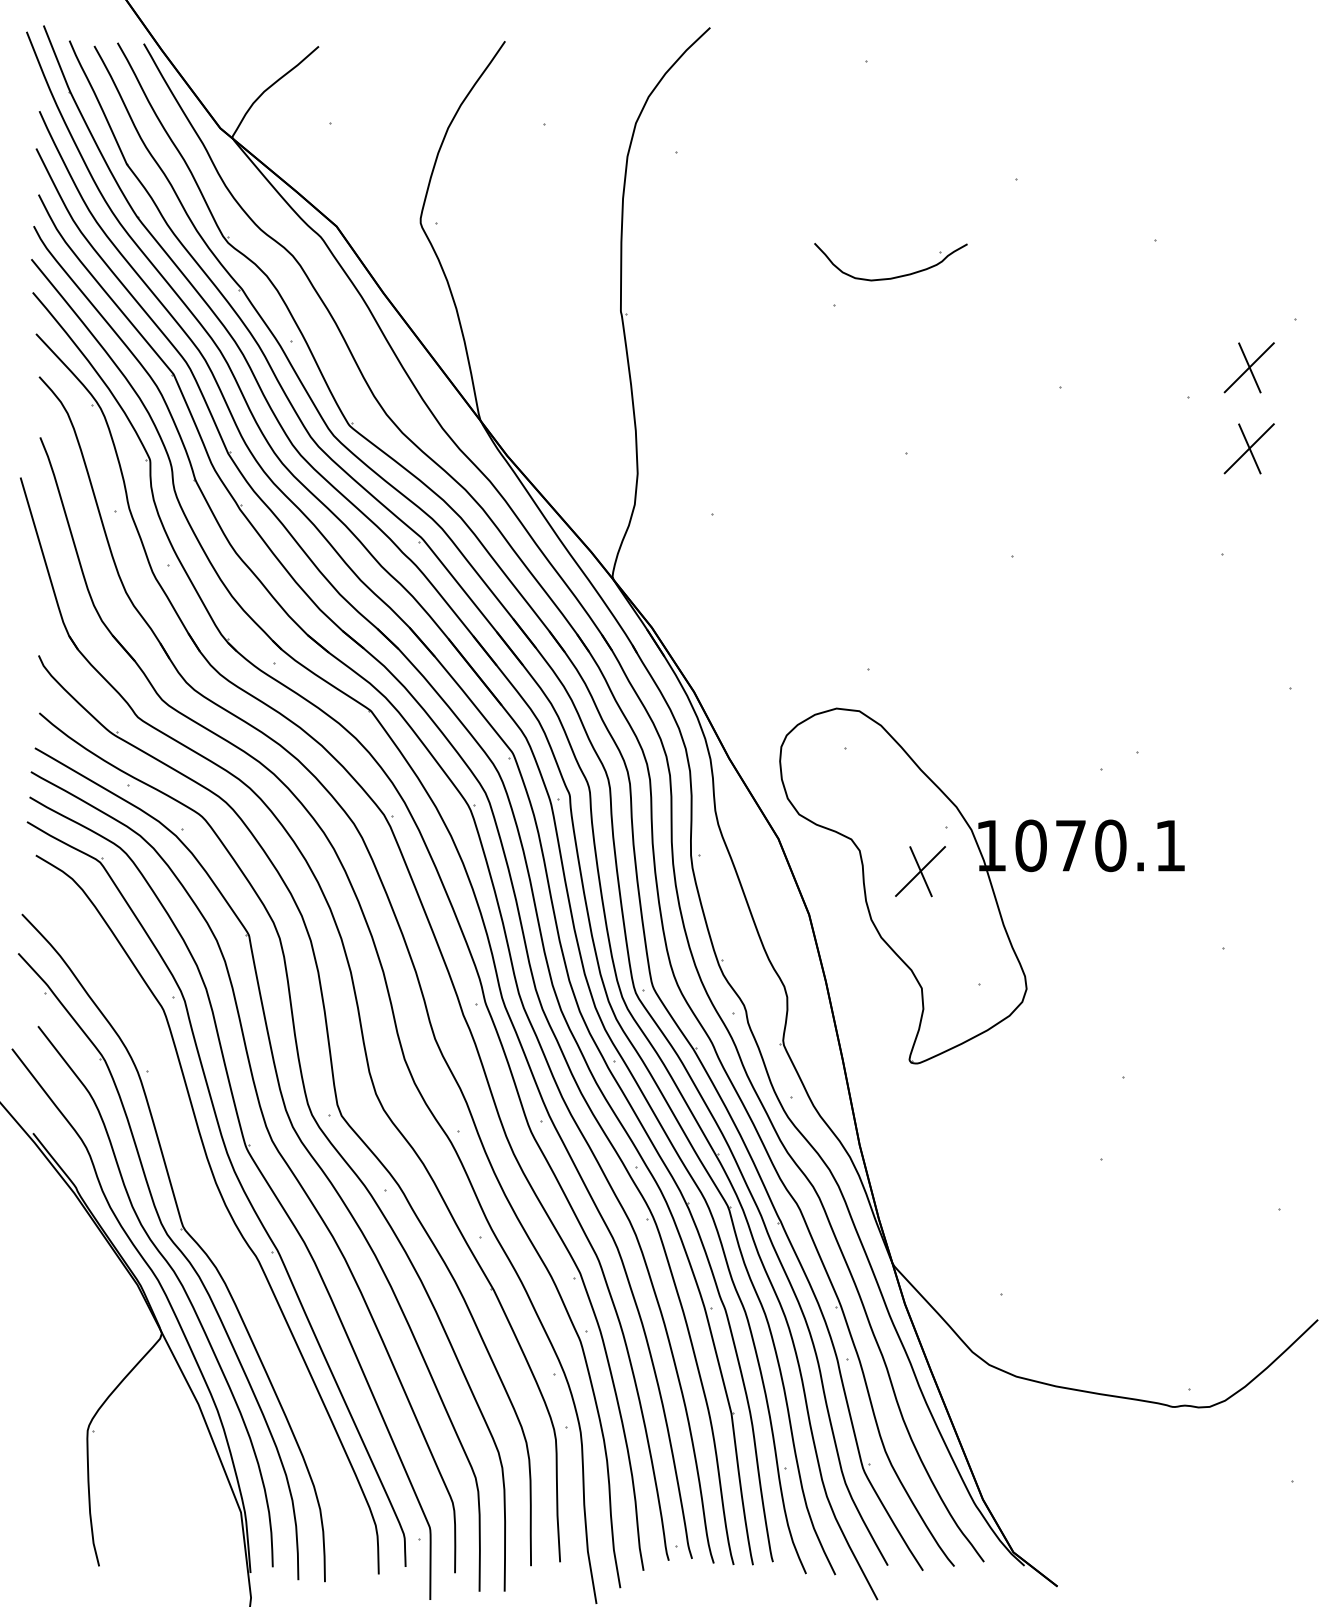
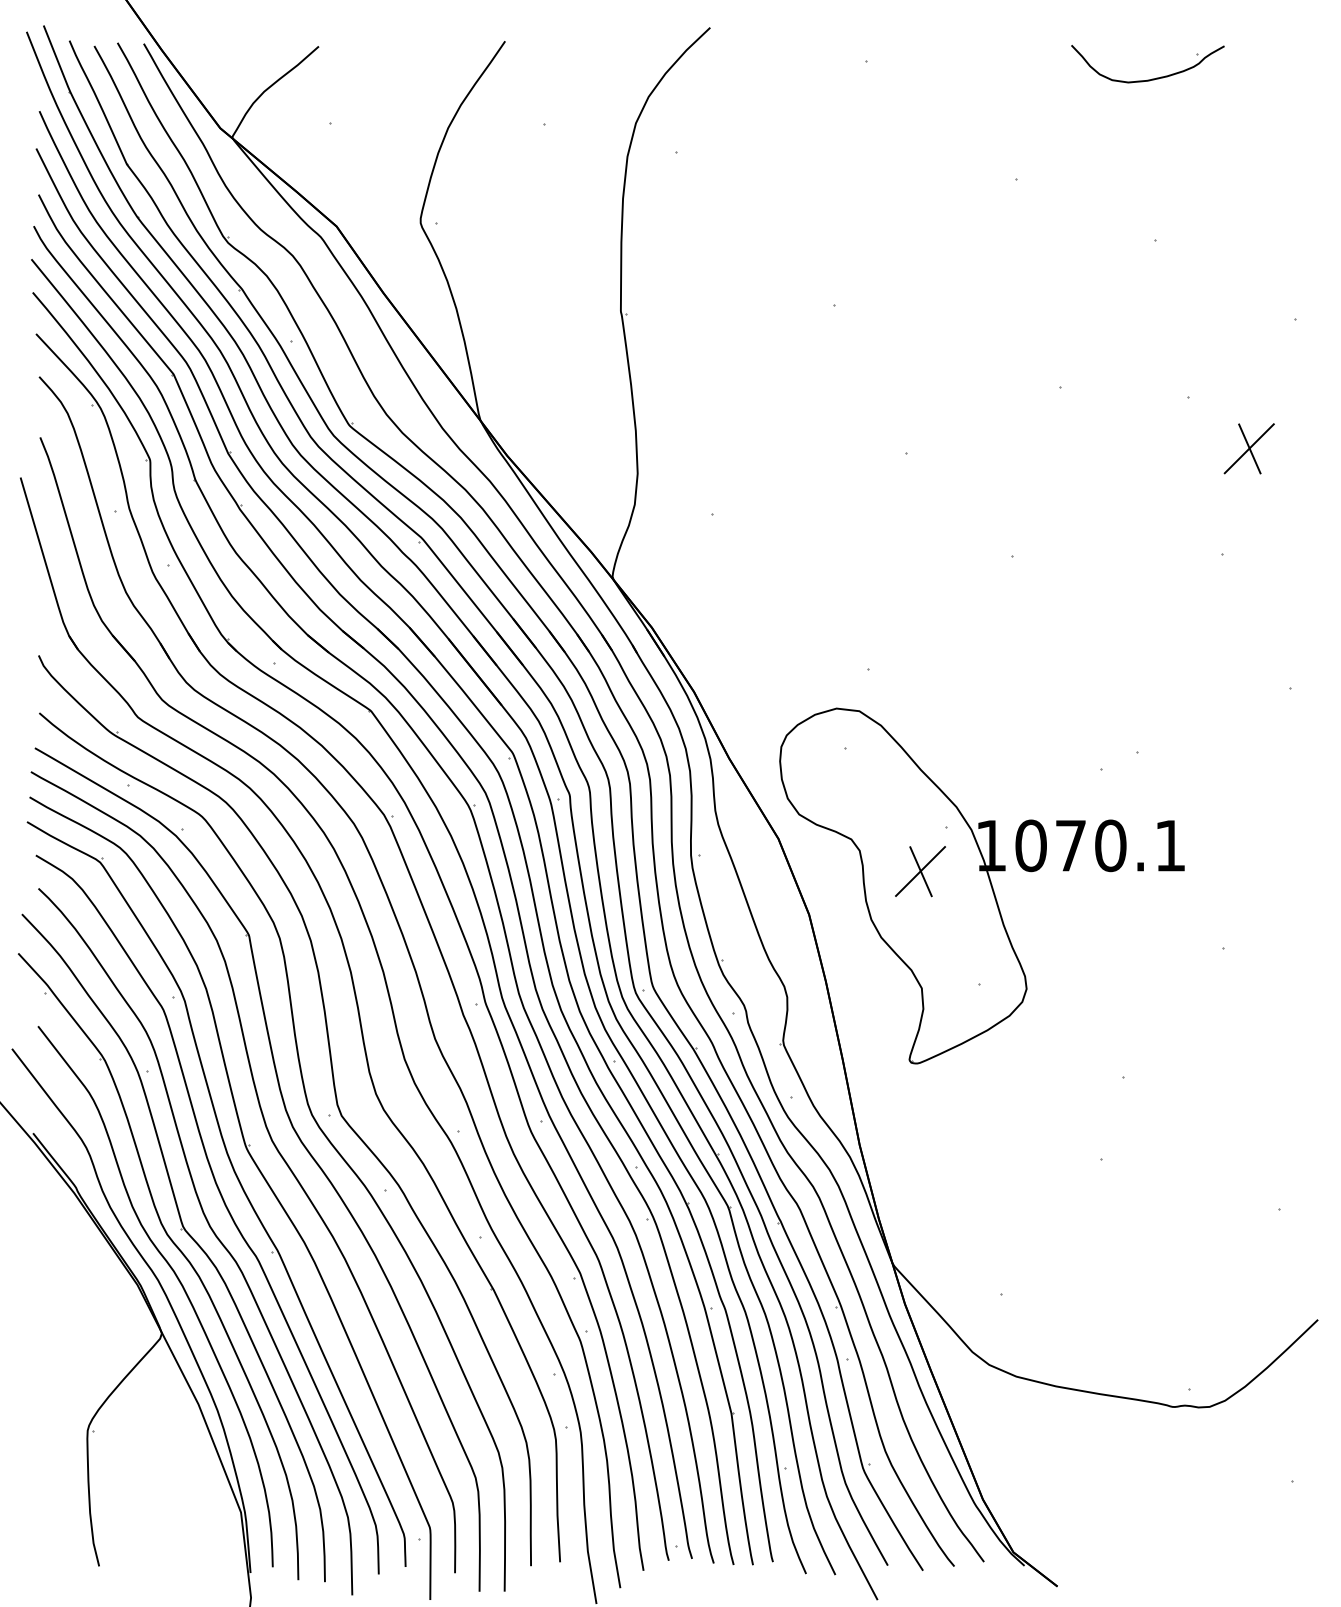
part at (895, 276) position: (895, 276) -> (1152, 78)
part at (1248, 367): present -> none
curve at (210, 1229): none -> present
